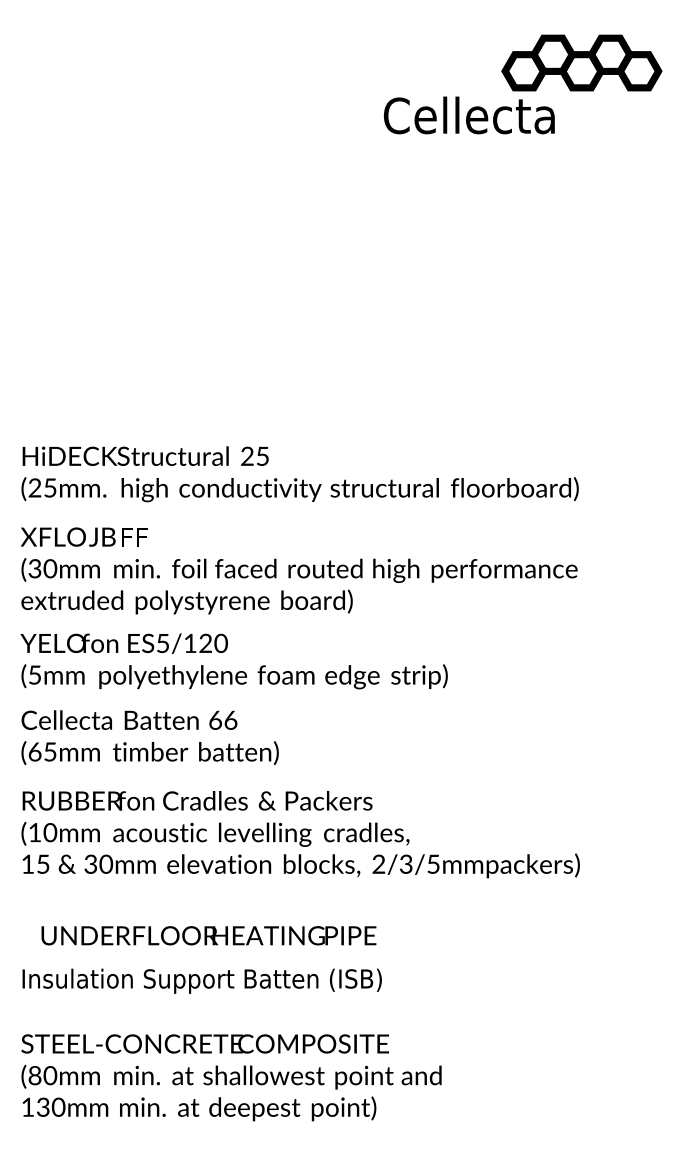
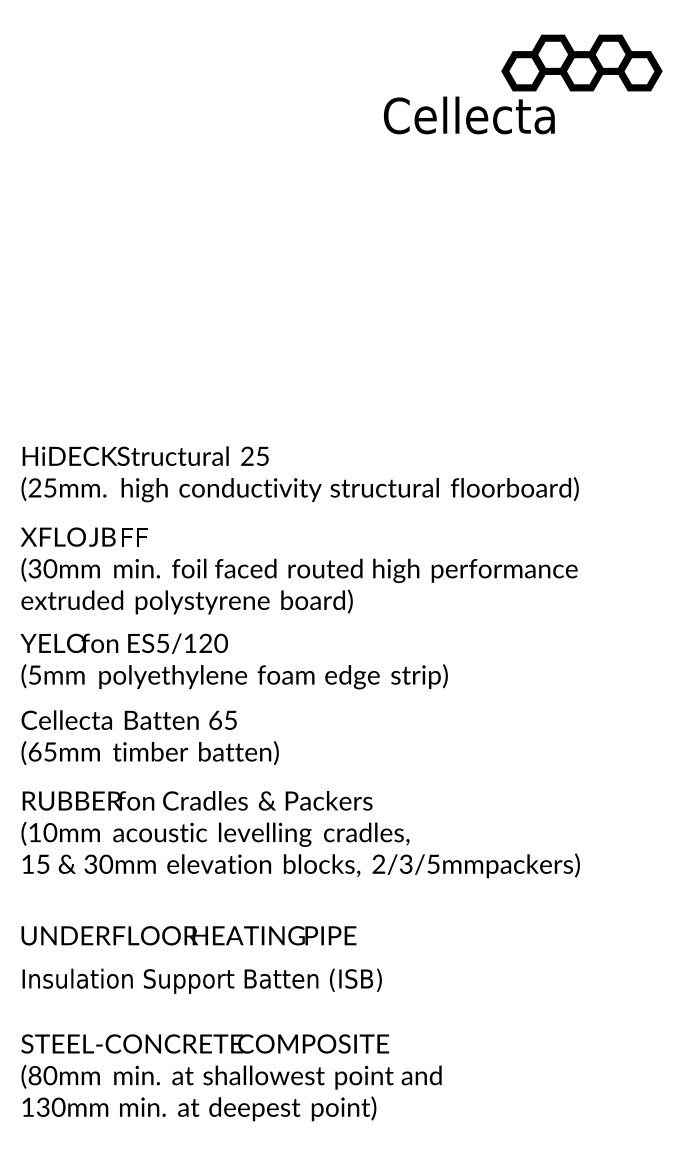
text at (230, 719): 66 -> 65
text at (208, 935) position: (208, 935) -> (188, 935)
